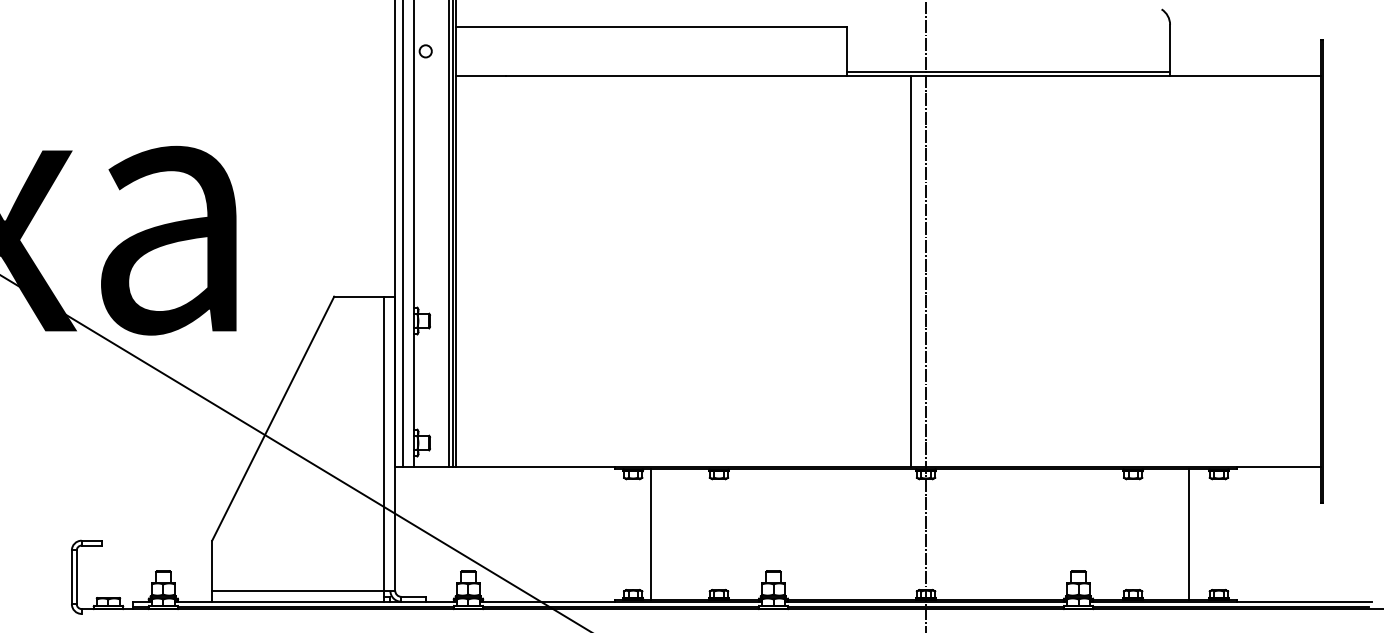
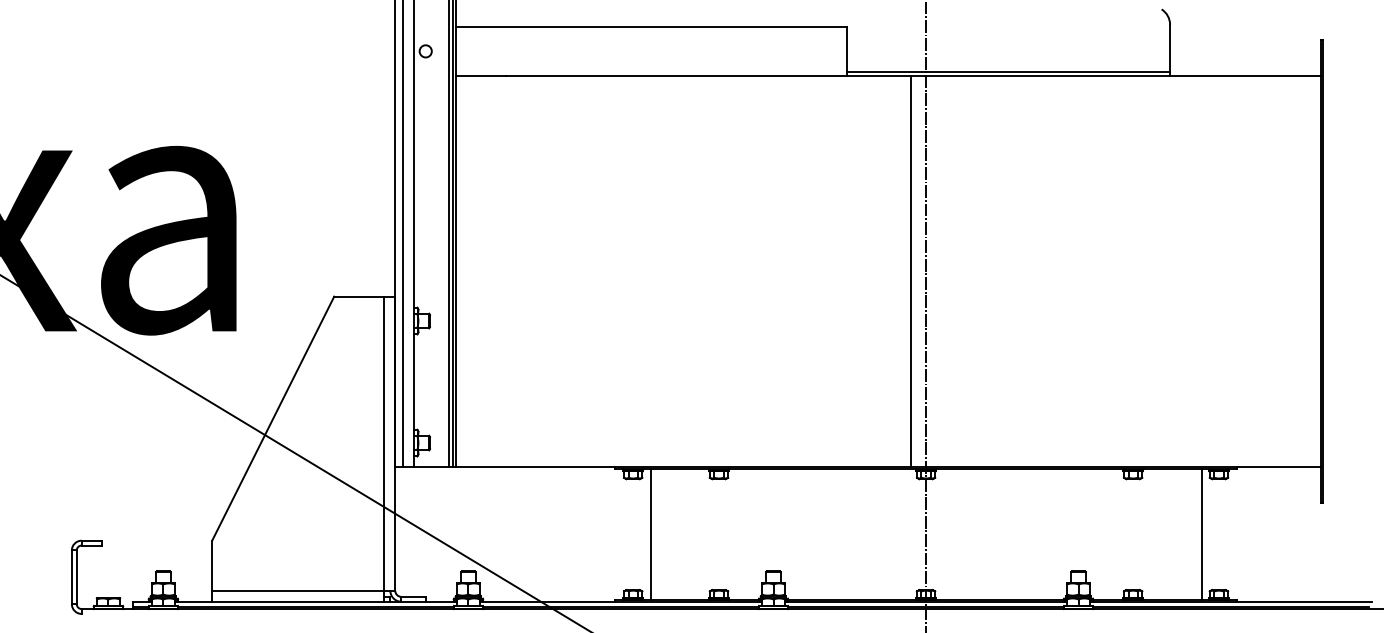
line at (1188, 534) position: (1188, 534) -> (1201, 534)
